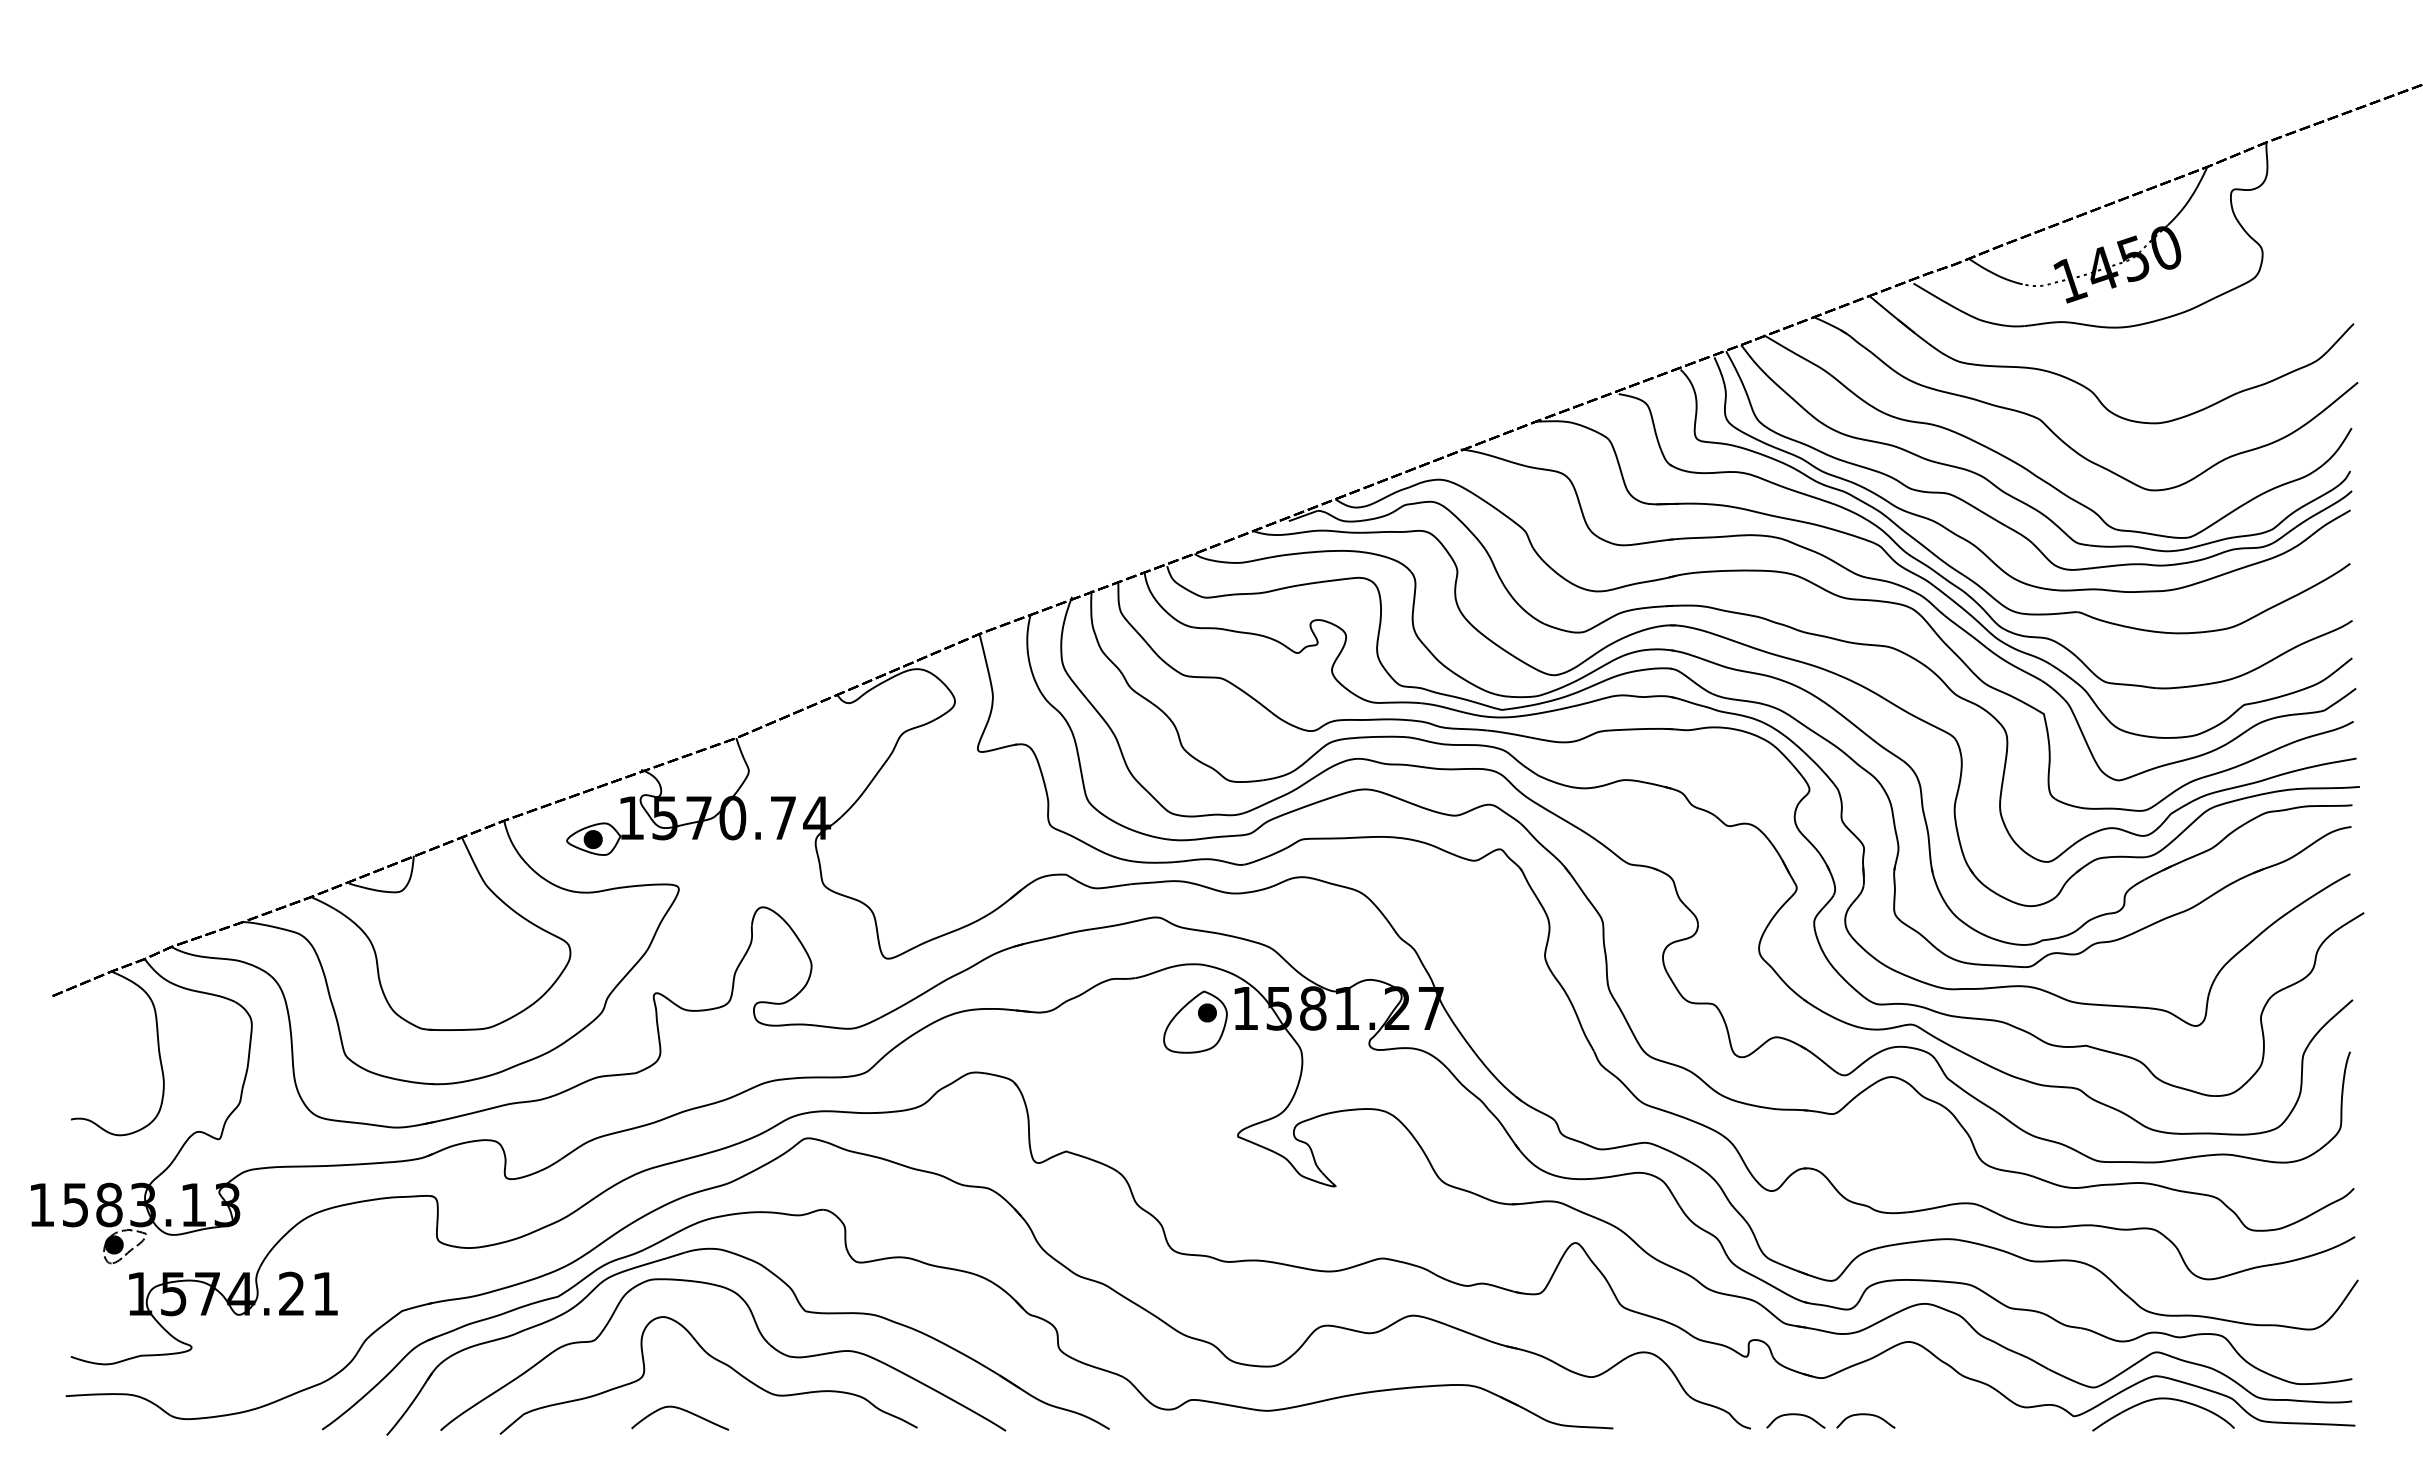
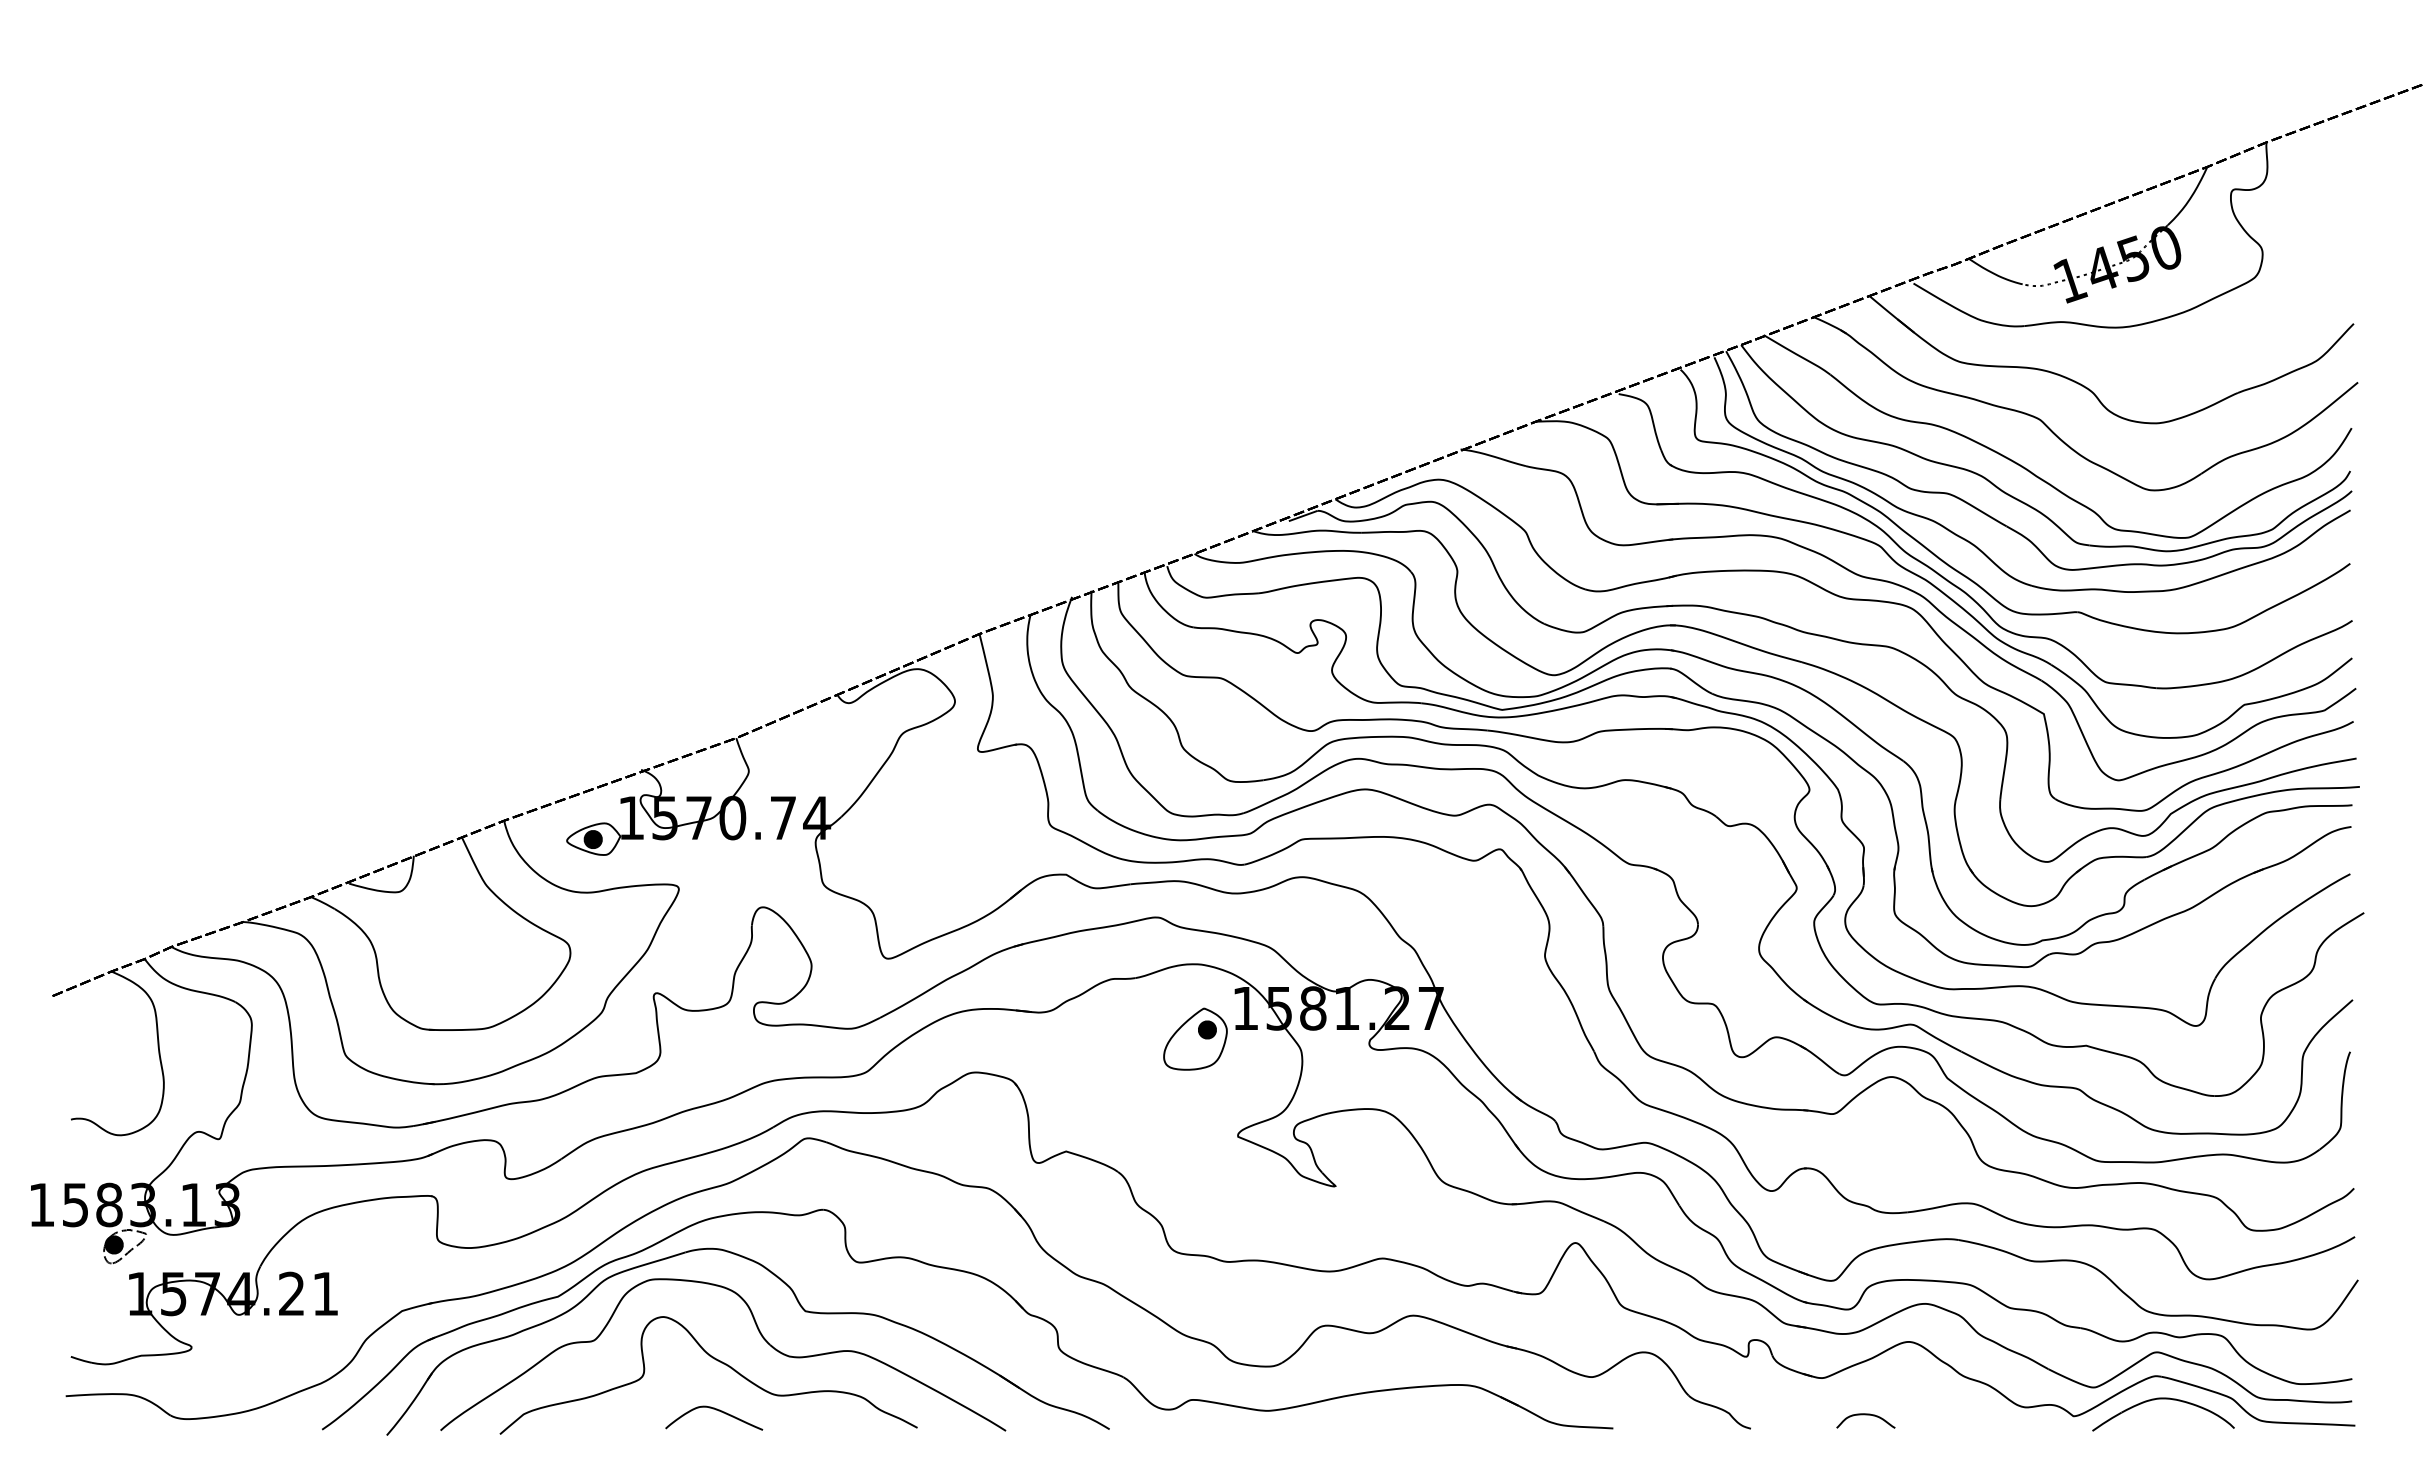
part at (1195, 1021) position: (1195, 1021) -> (1195, 1038)
curve at (684, 1411) position: (684, 1411) -> (718, 1411)
curve at (1795, 1415): present -> none
